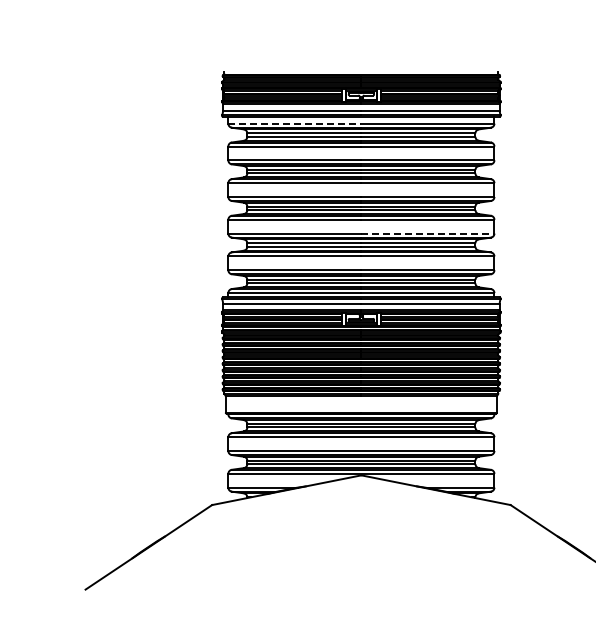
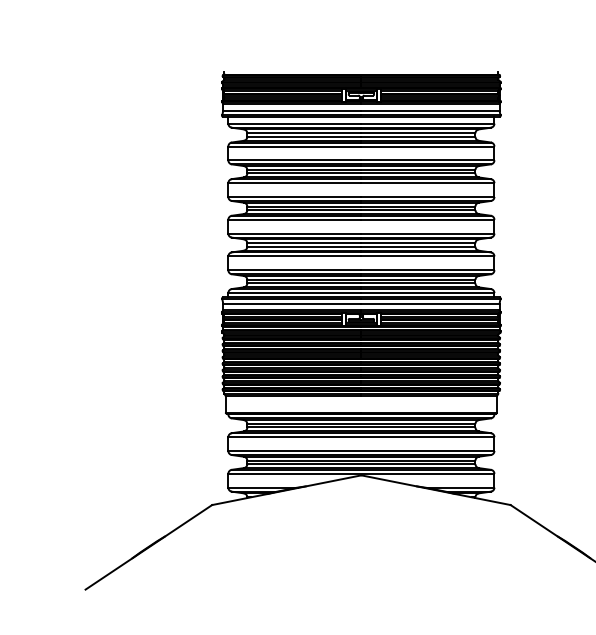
line at (294, 123): dashed -> solid
line at (427, 233): dashed -> solid
